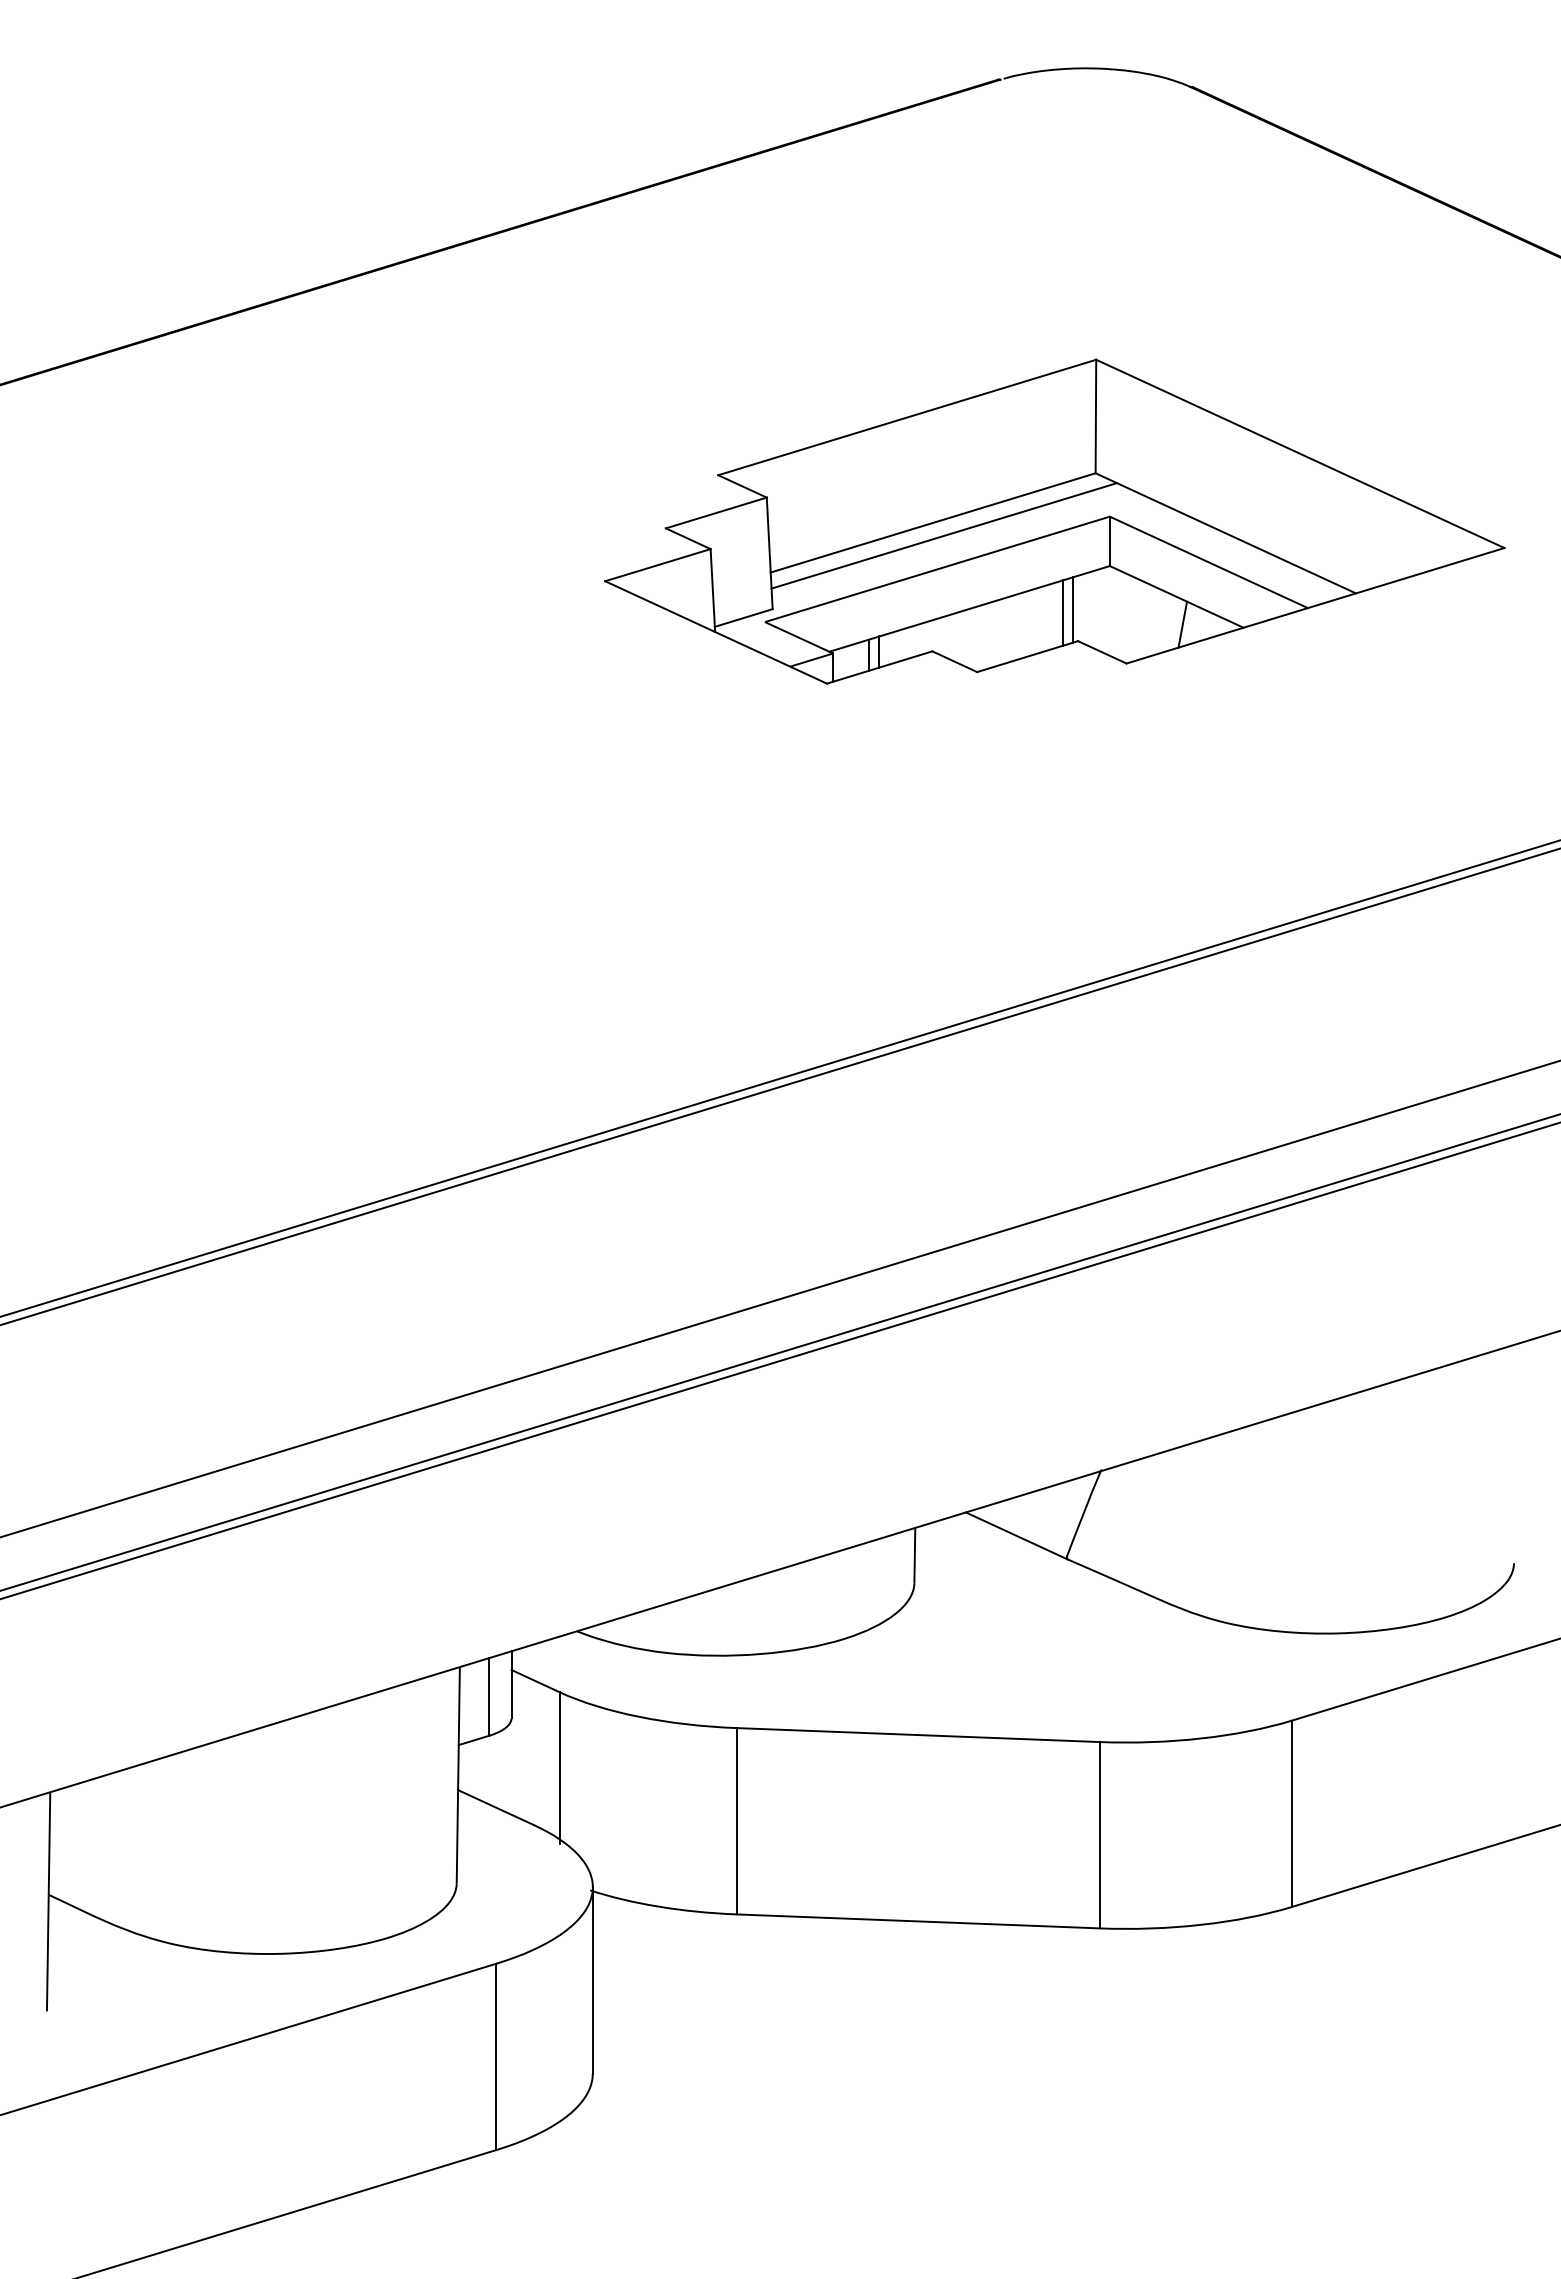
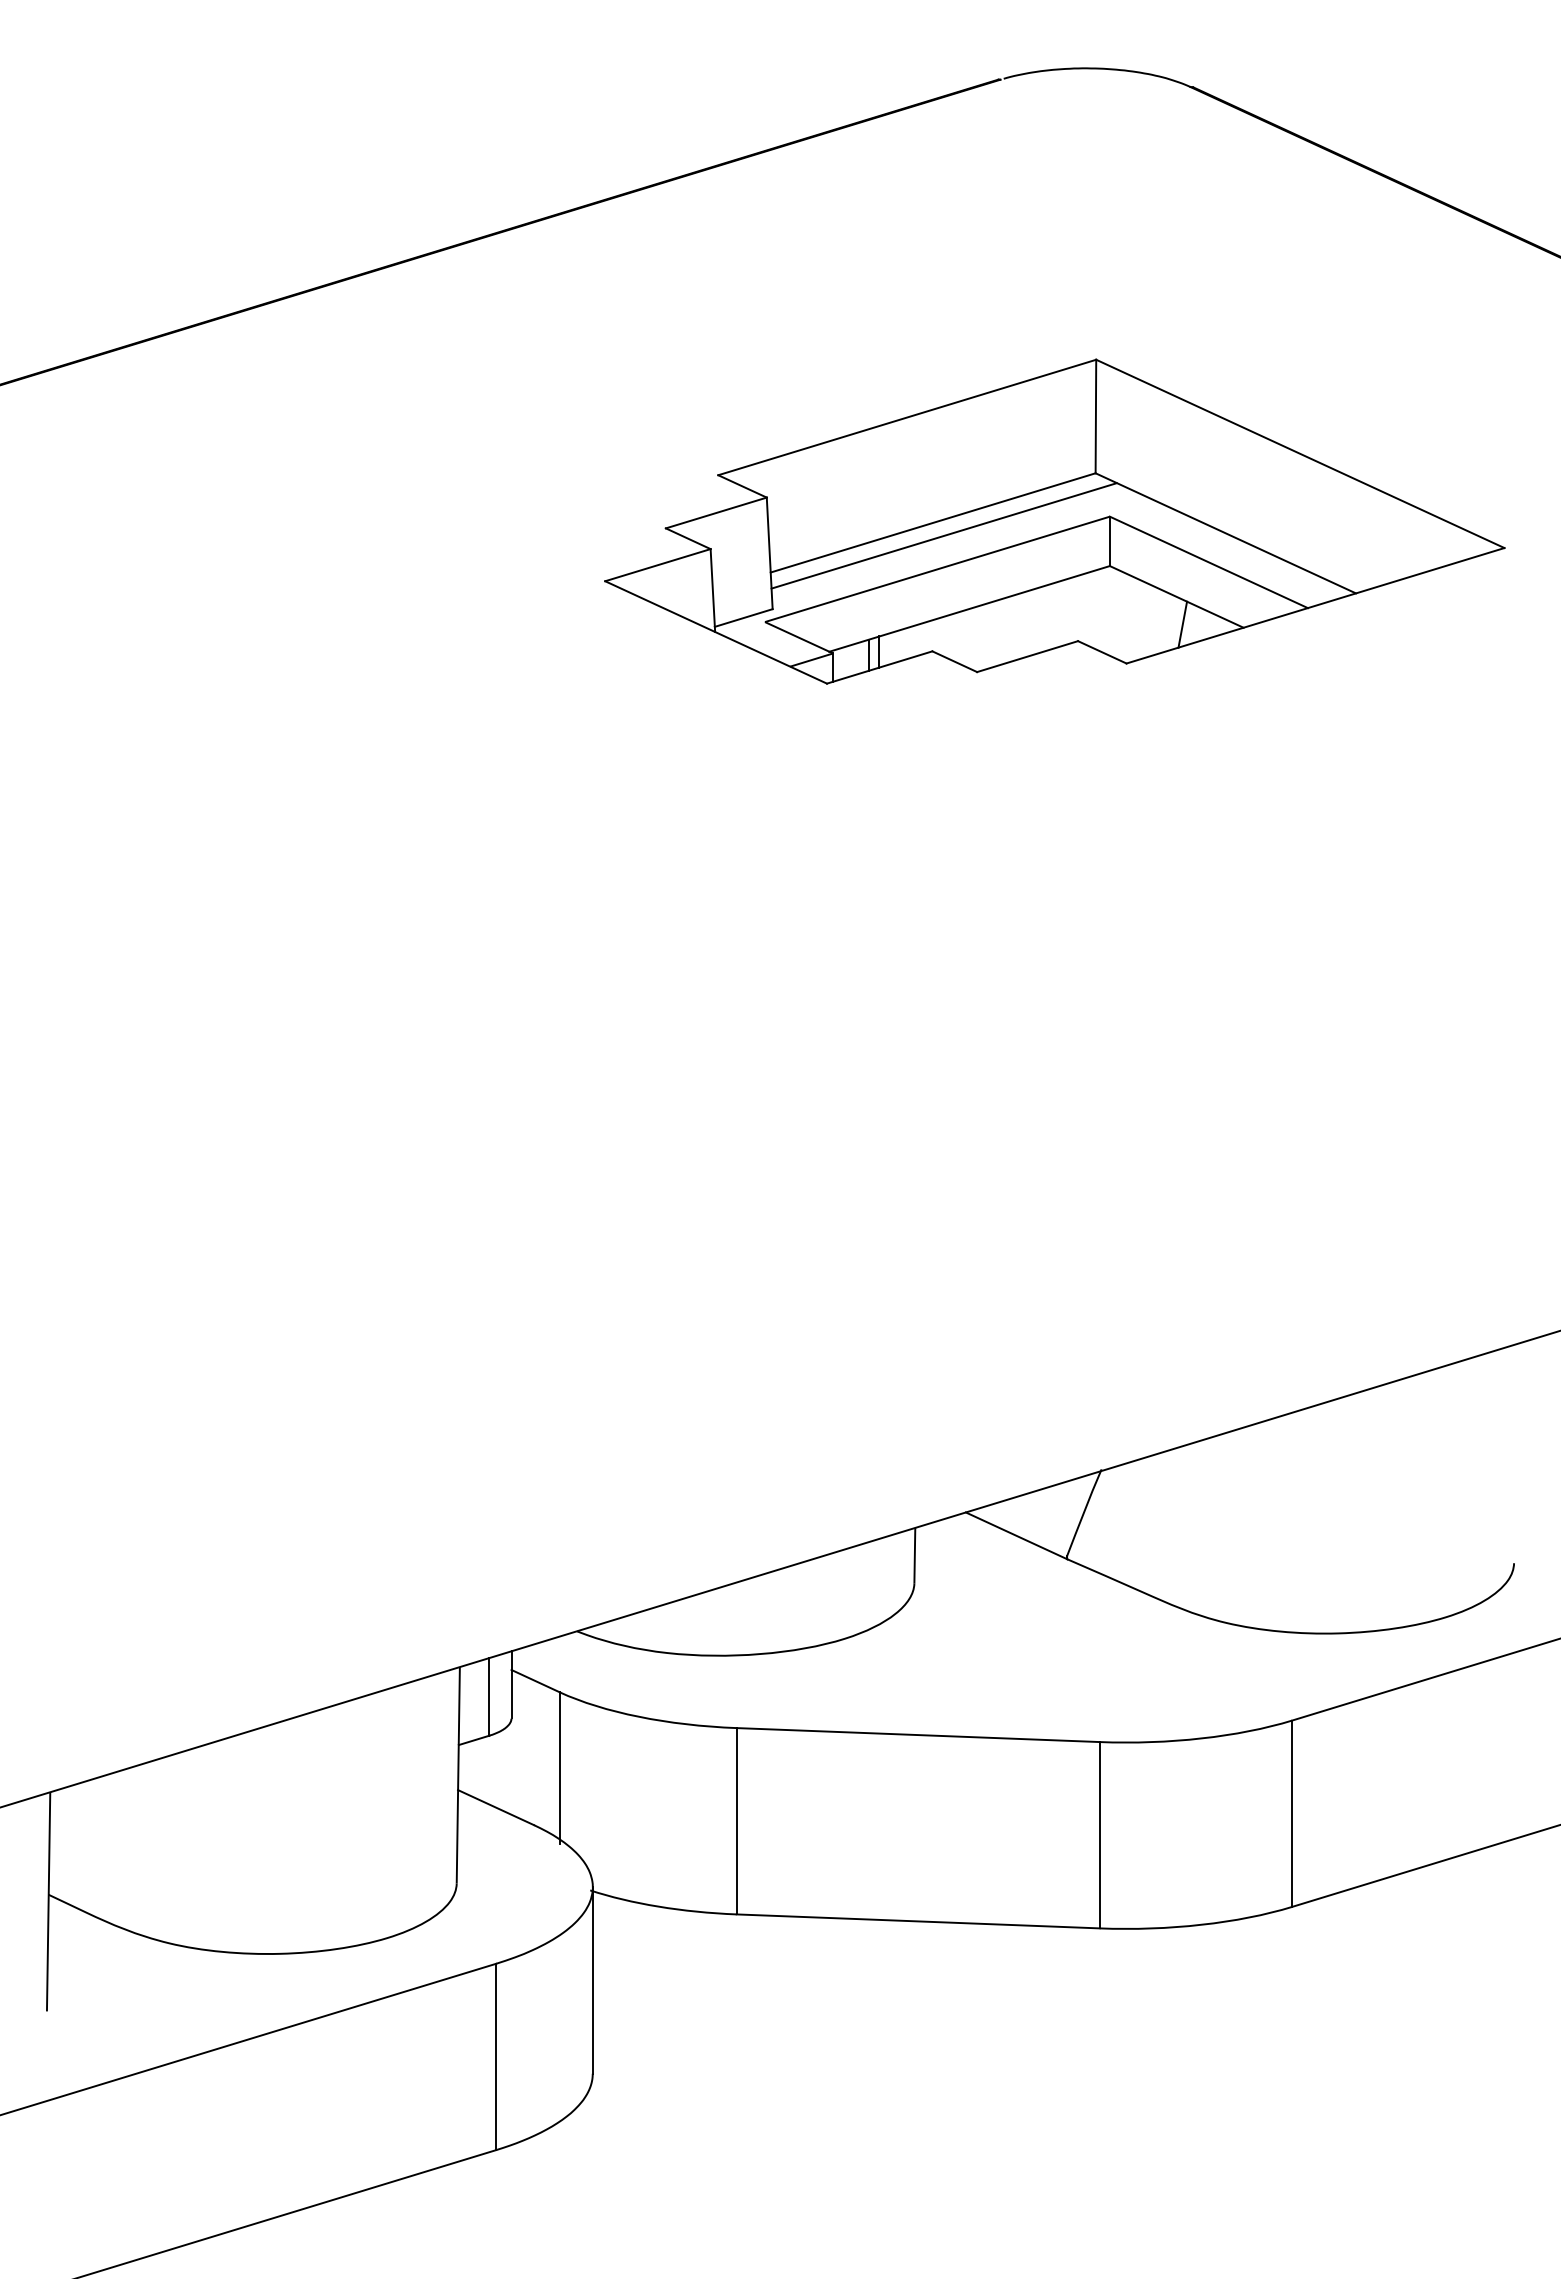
line at (1073, 609): present -> none
line at (1062, 612): present -> none
line at (779, 1078): present -> none
line at (779, 1086): present -> none
line at (779, 1298): present -> none
line at (779, 1352): present -> none
line at (779, 1360): present -> none
